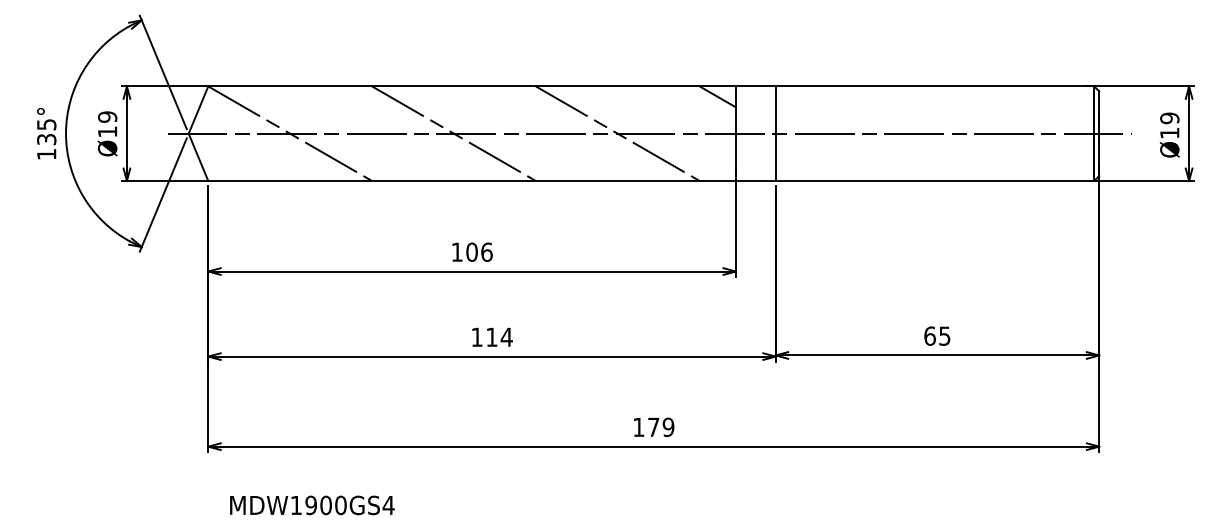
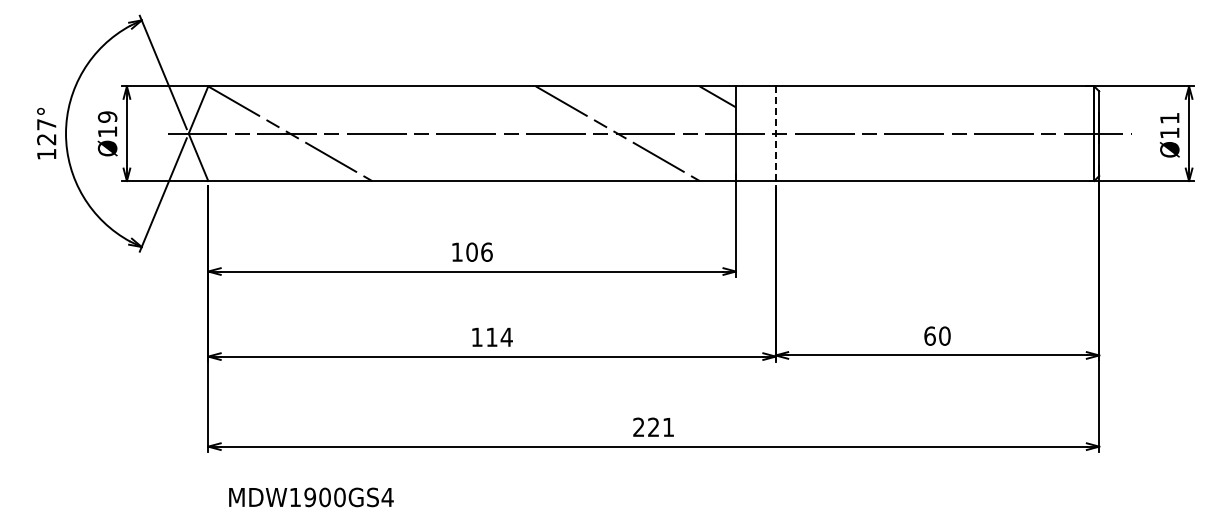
text at (1169, 118): Ø19 -> Ø11
text at (46, 132): 135° -> 127°
line at (453, 133): present -> none
line at (775, 133): solid -> dashed
text at (944, 335): 65 -> 60
text at (653, 427): 179 -> 221
text at (312, 505) position: (312, 505) -> (311, 497)
